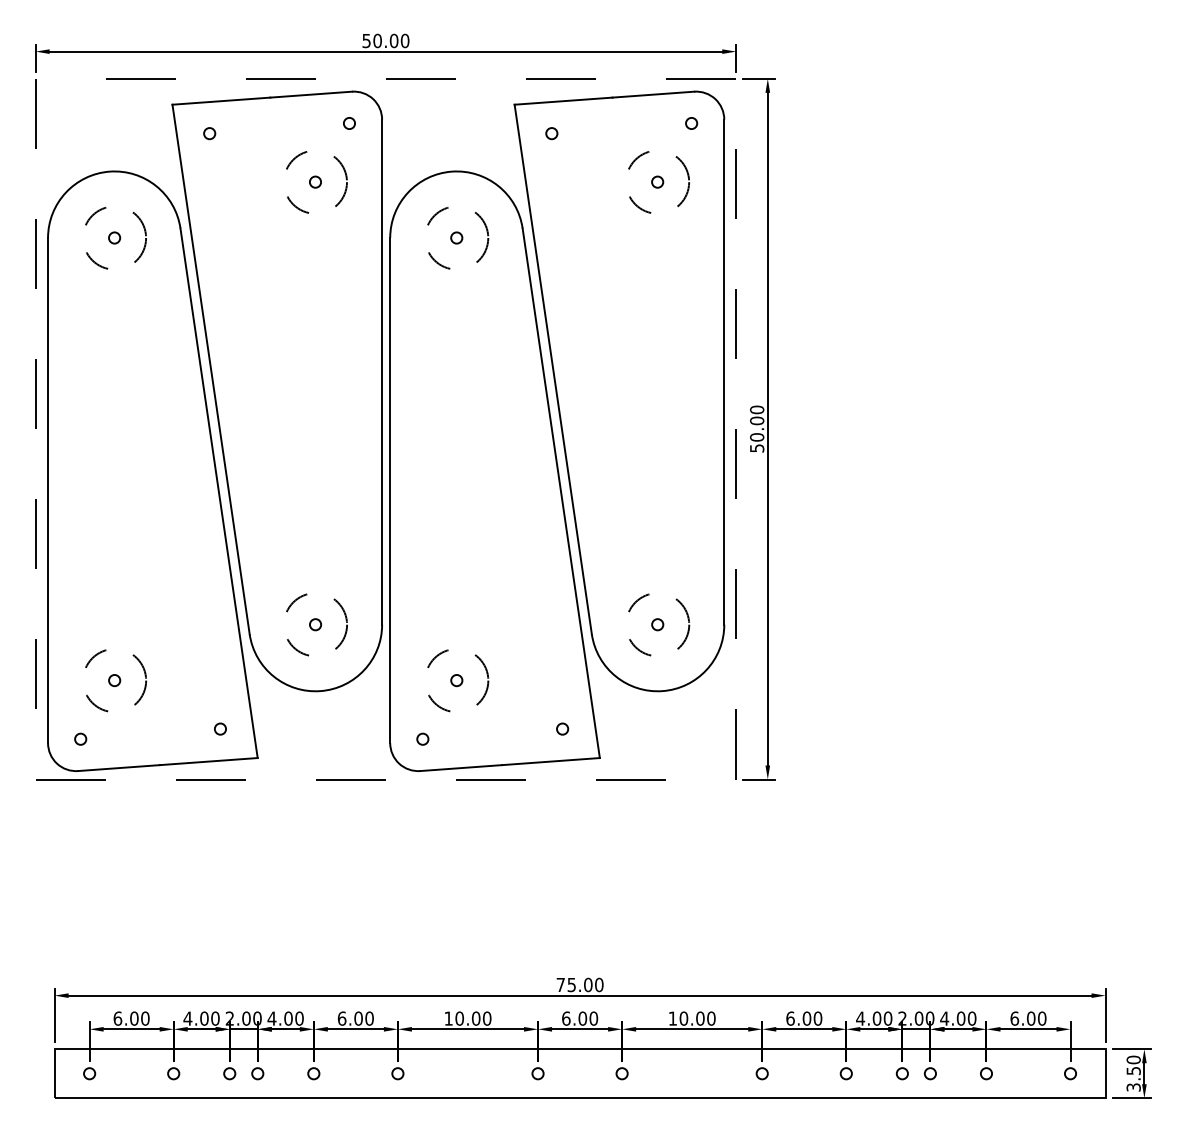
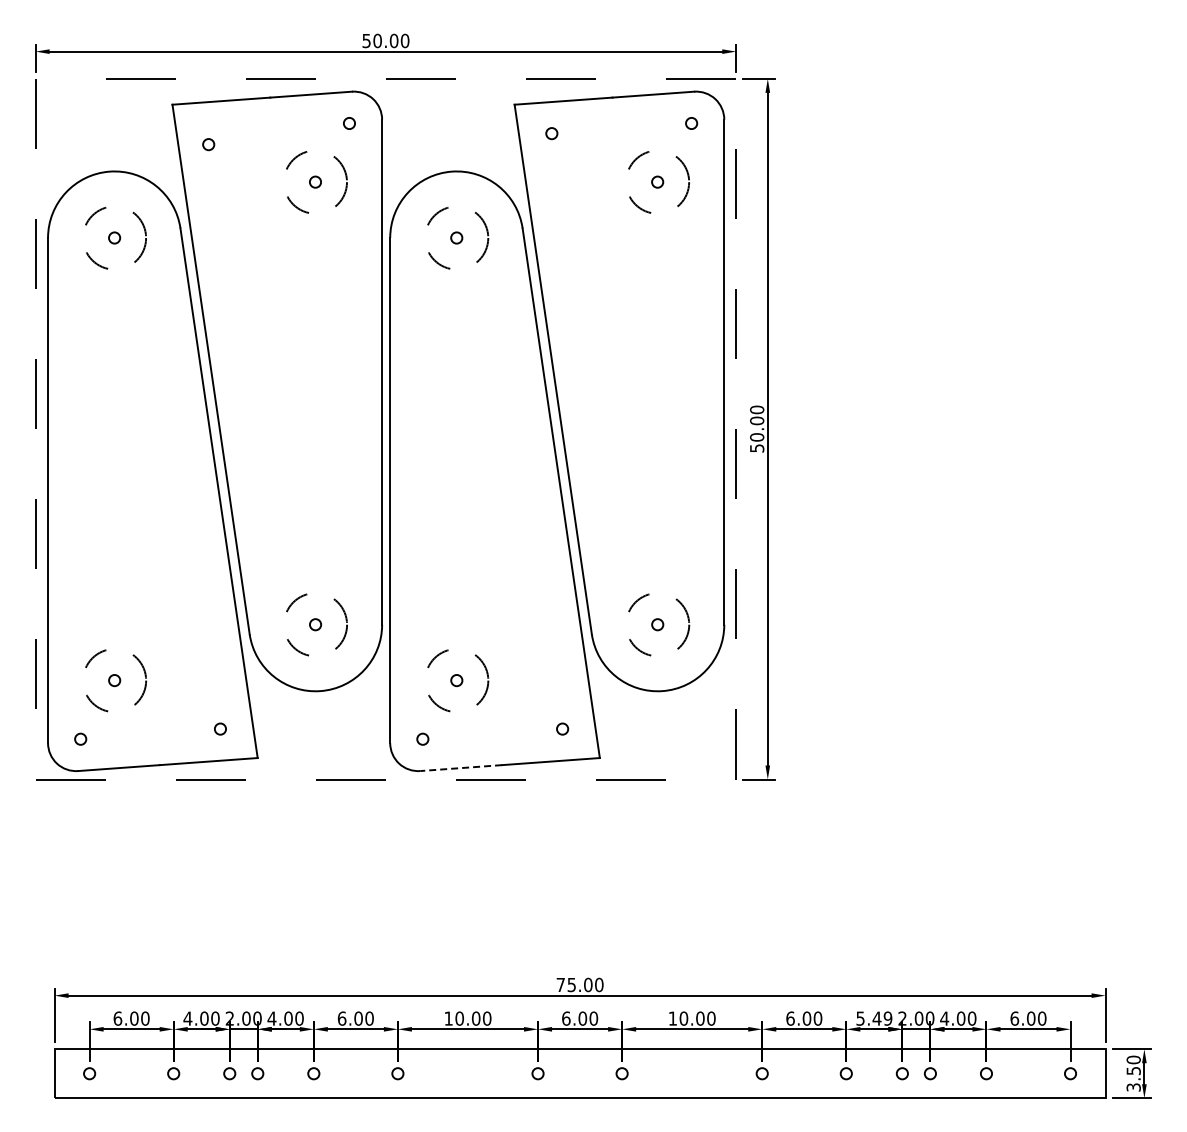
circle at (209, 133) position: (209, 133) -> (208, 144)
line at (461, 768): solid -> dashed
text at (874, 1018): 4.00 -> 5.49
